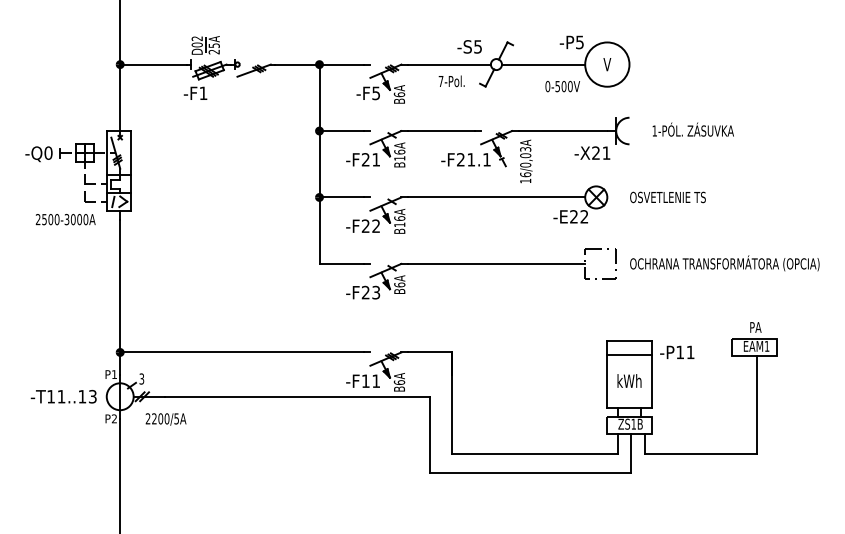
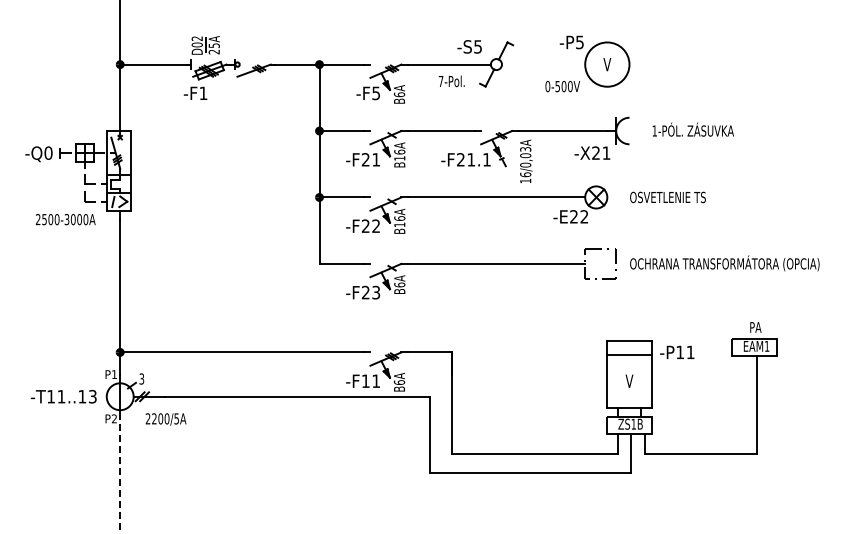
line at (543, 64): present -> none
text at (629, 380): kWh -> V
line at (120, 475): solid -> dashed
